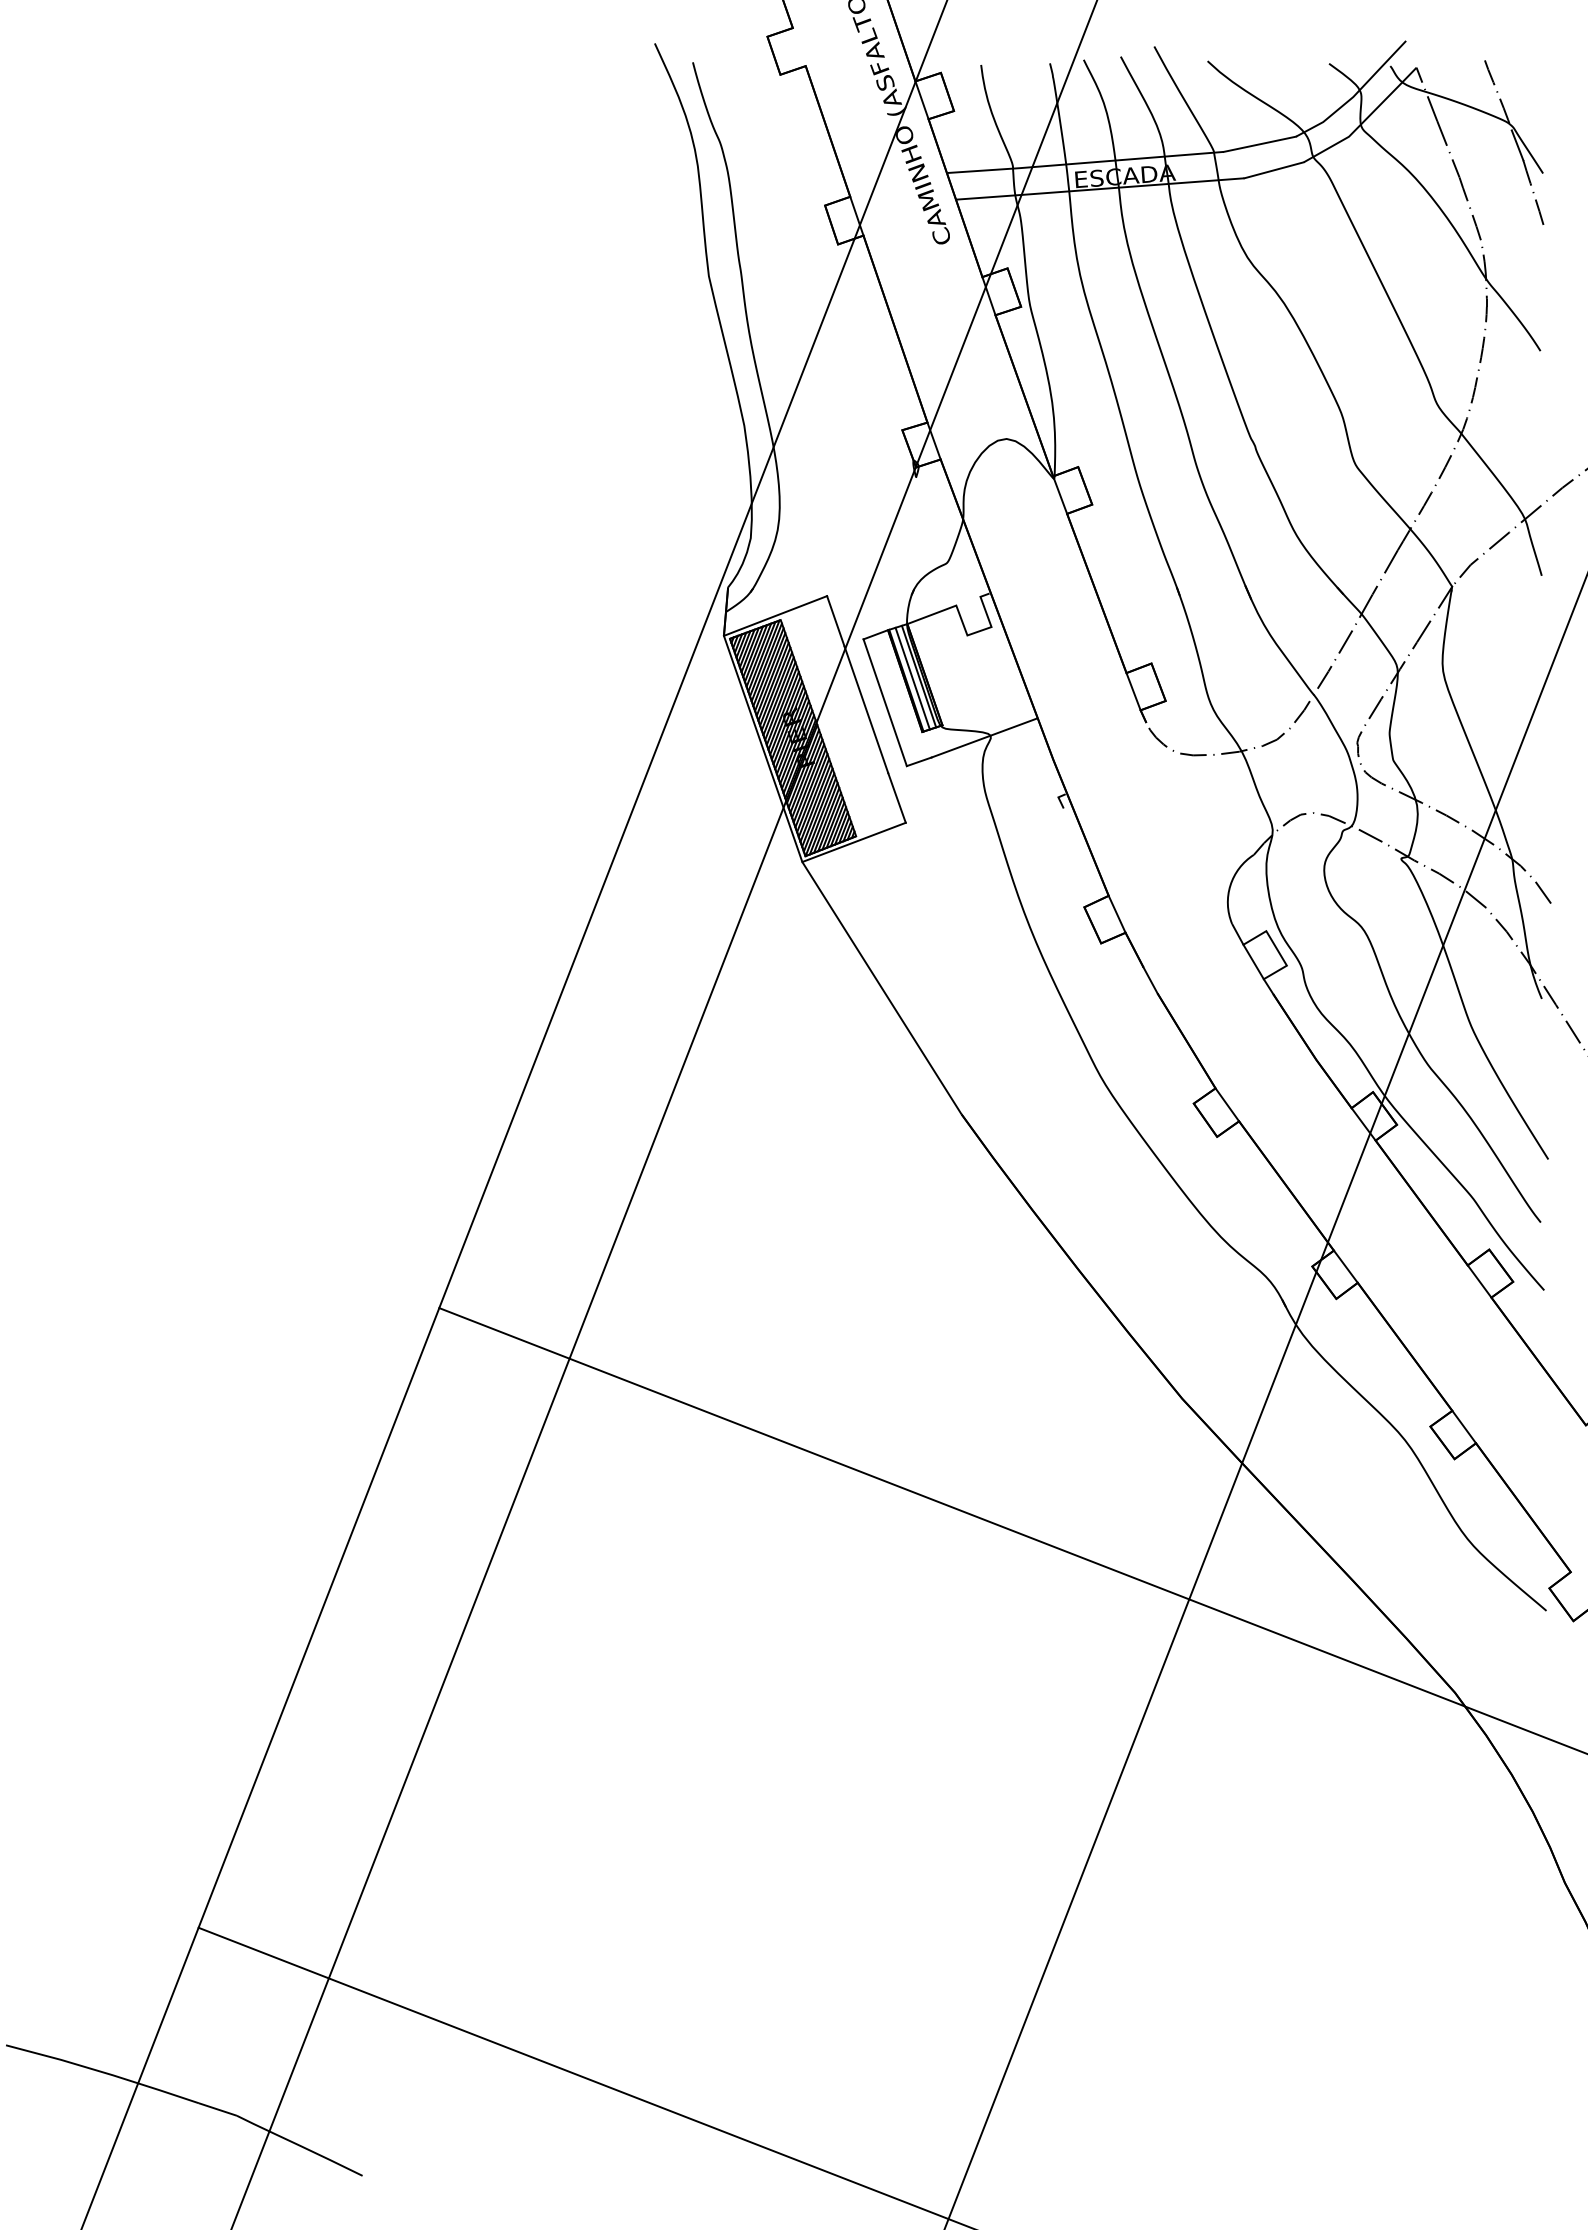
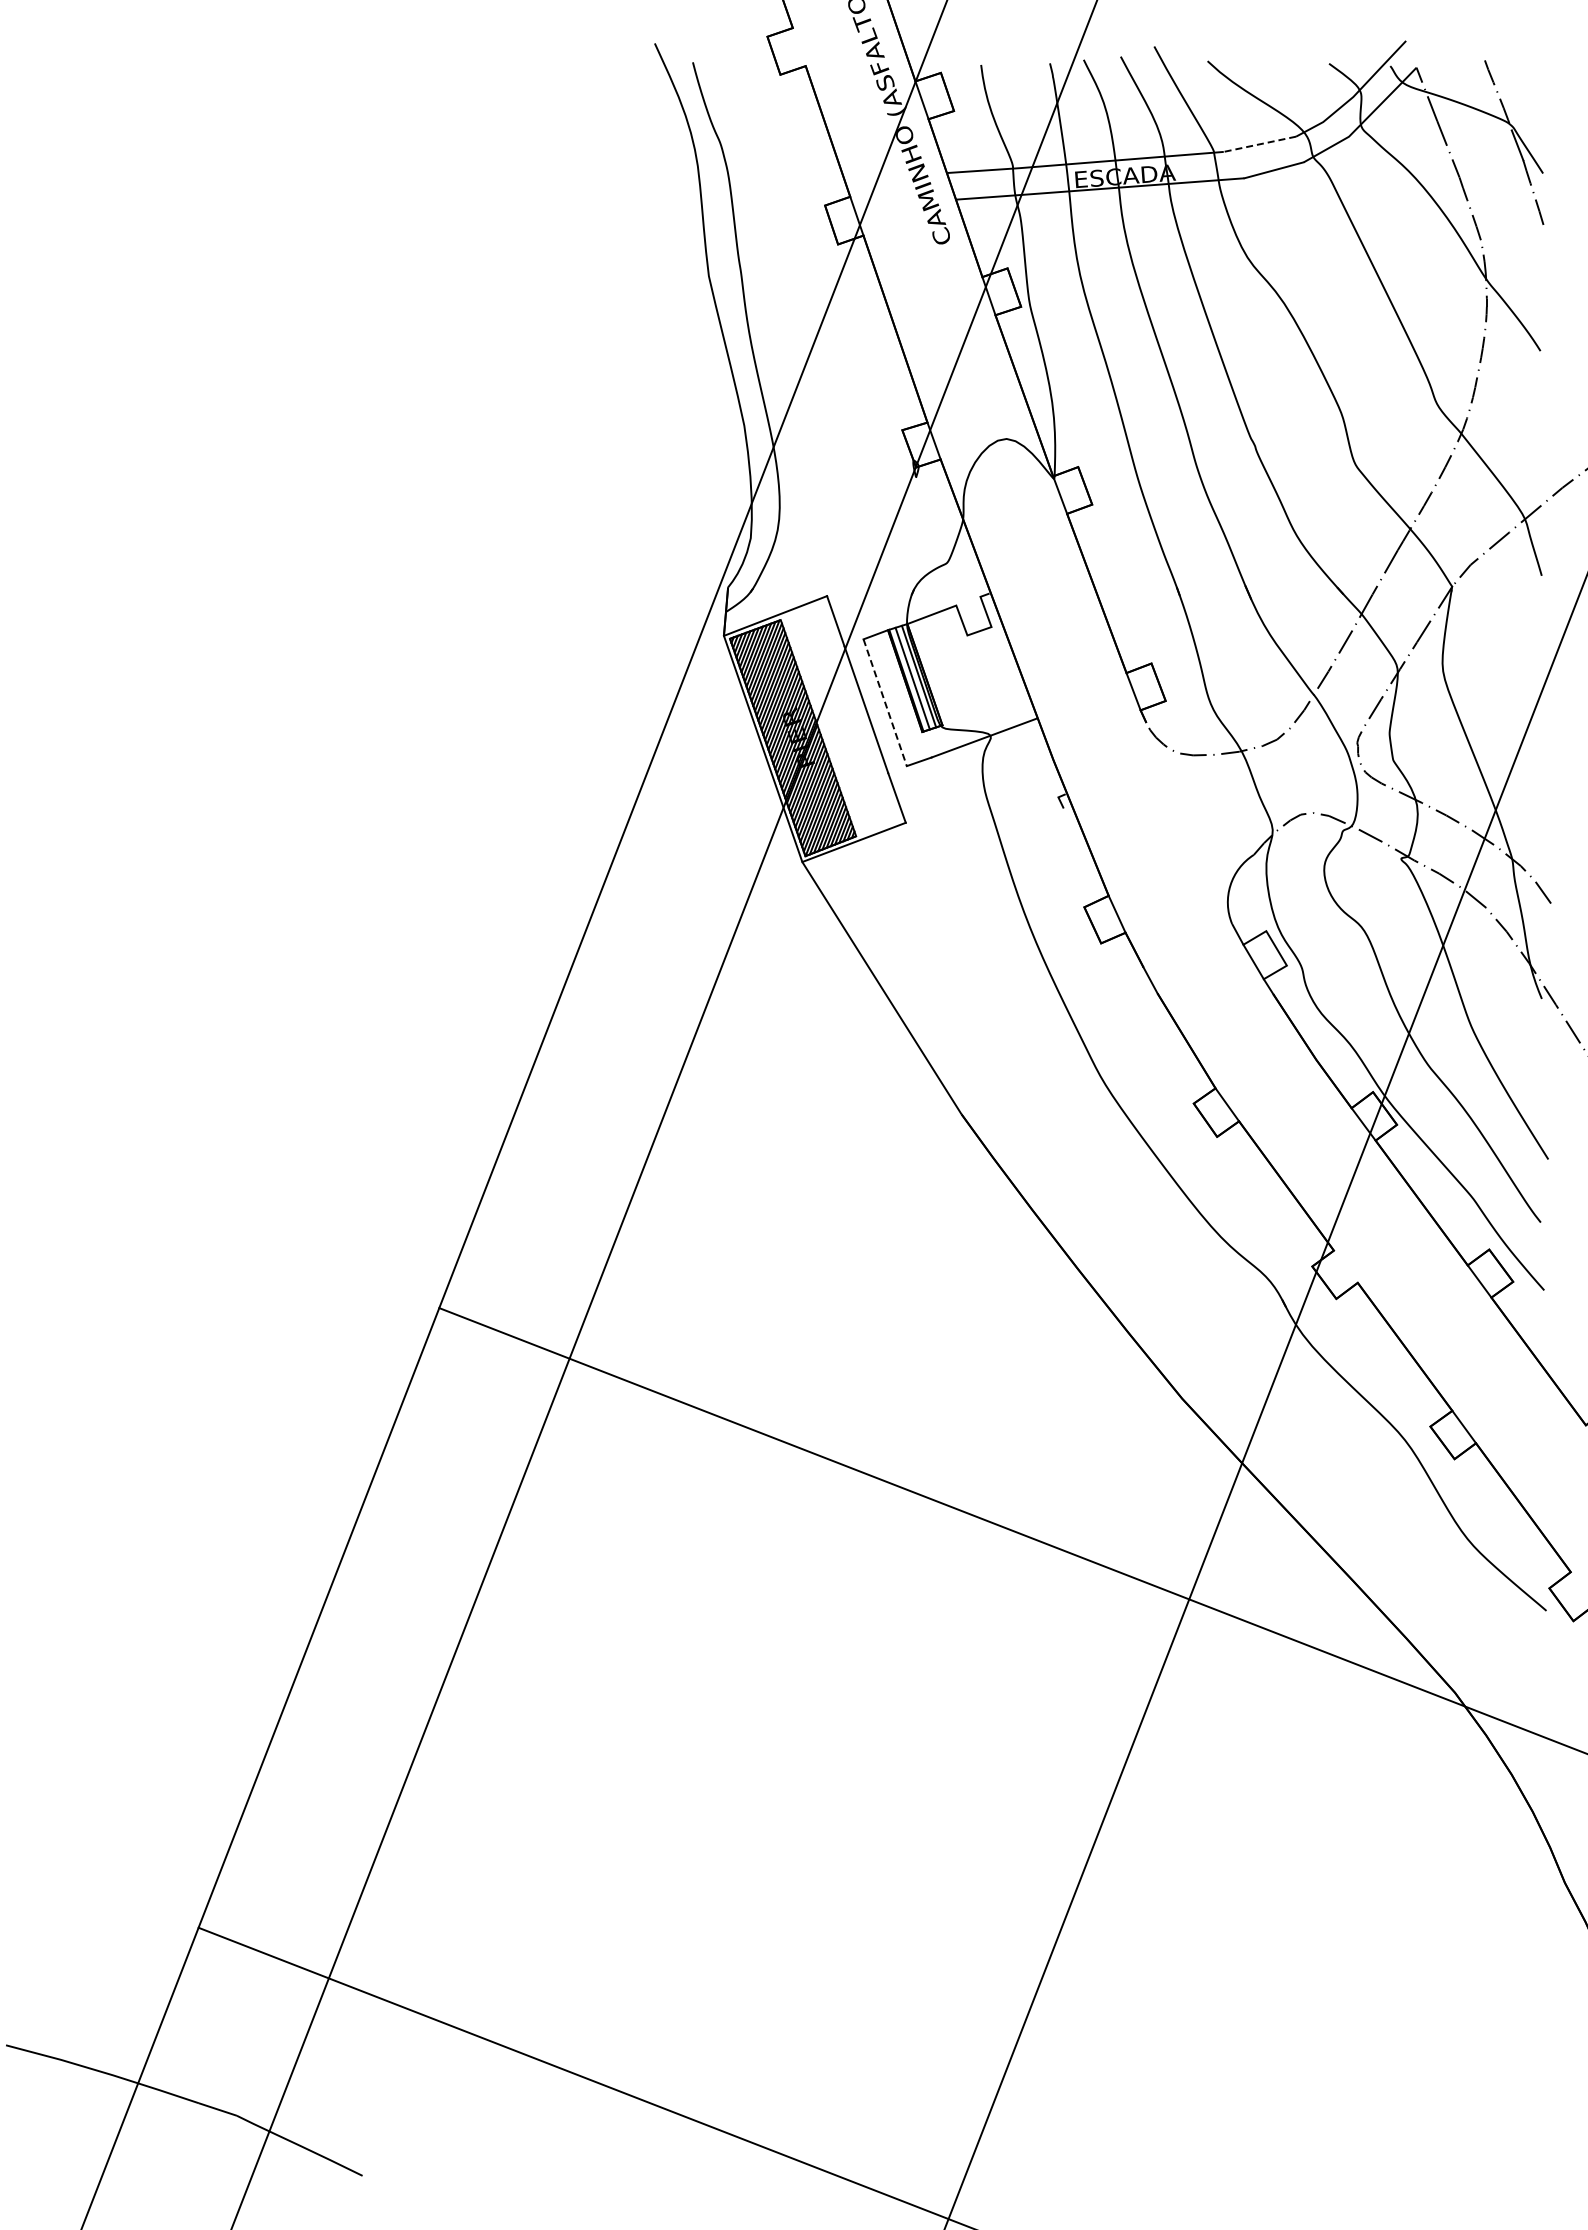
line at (1259, 144): solid -> dashed
line at (885, 702): solid -> dashed
line at (1345, 1266): present -> none
